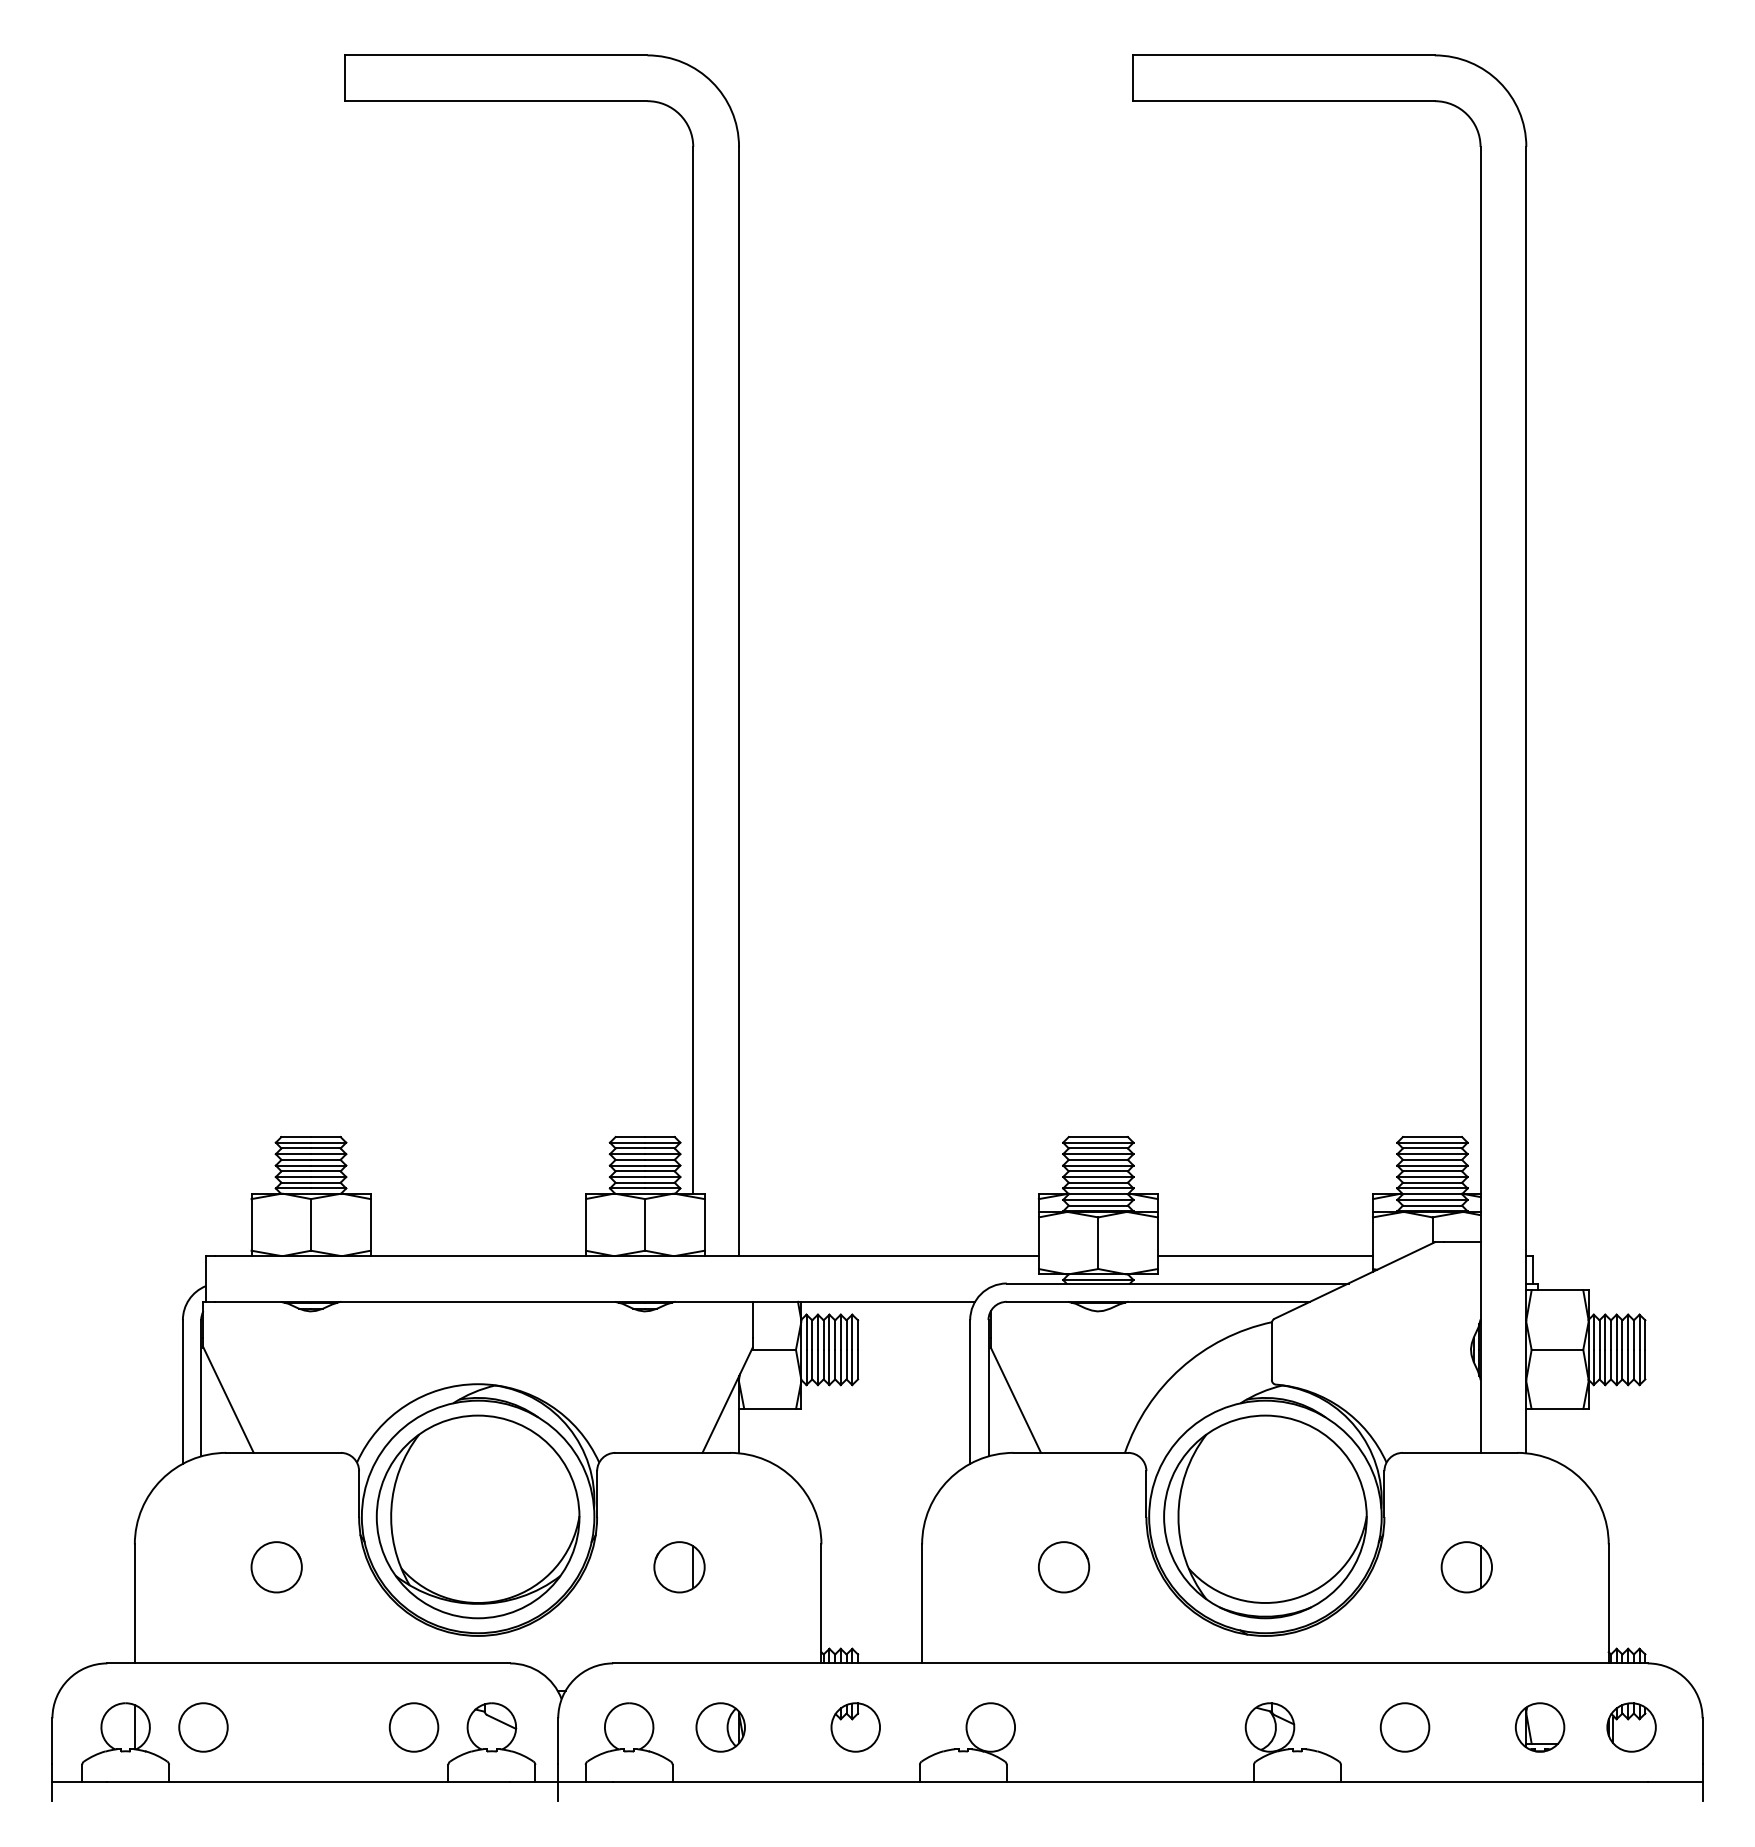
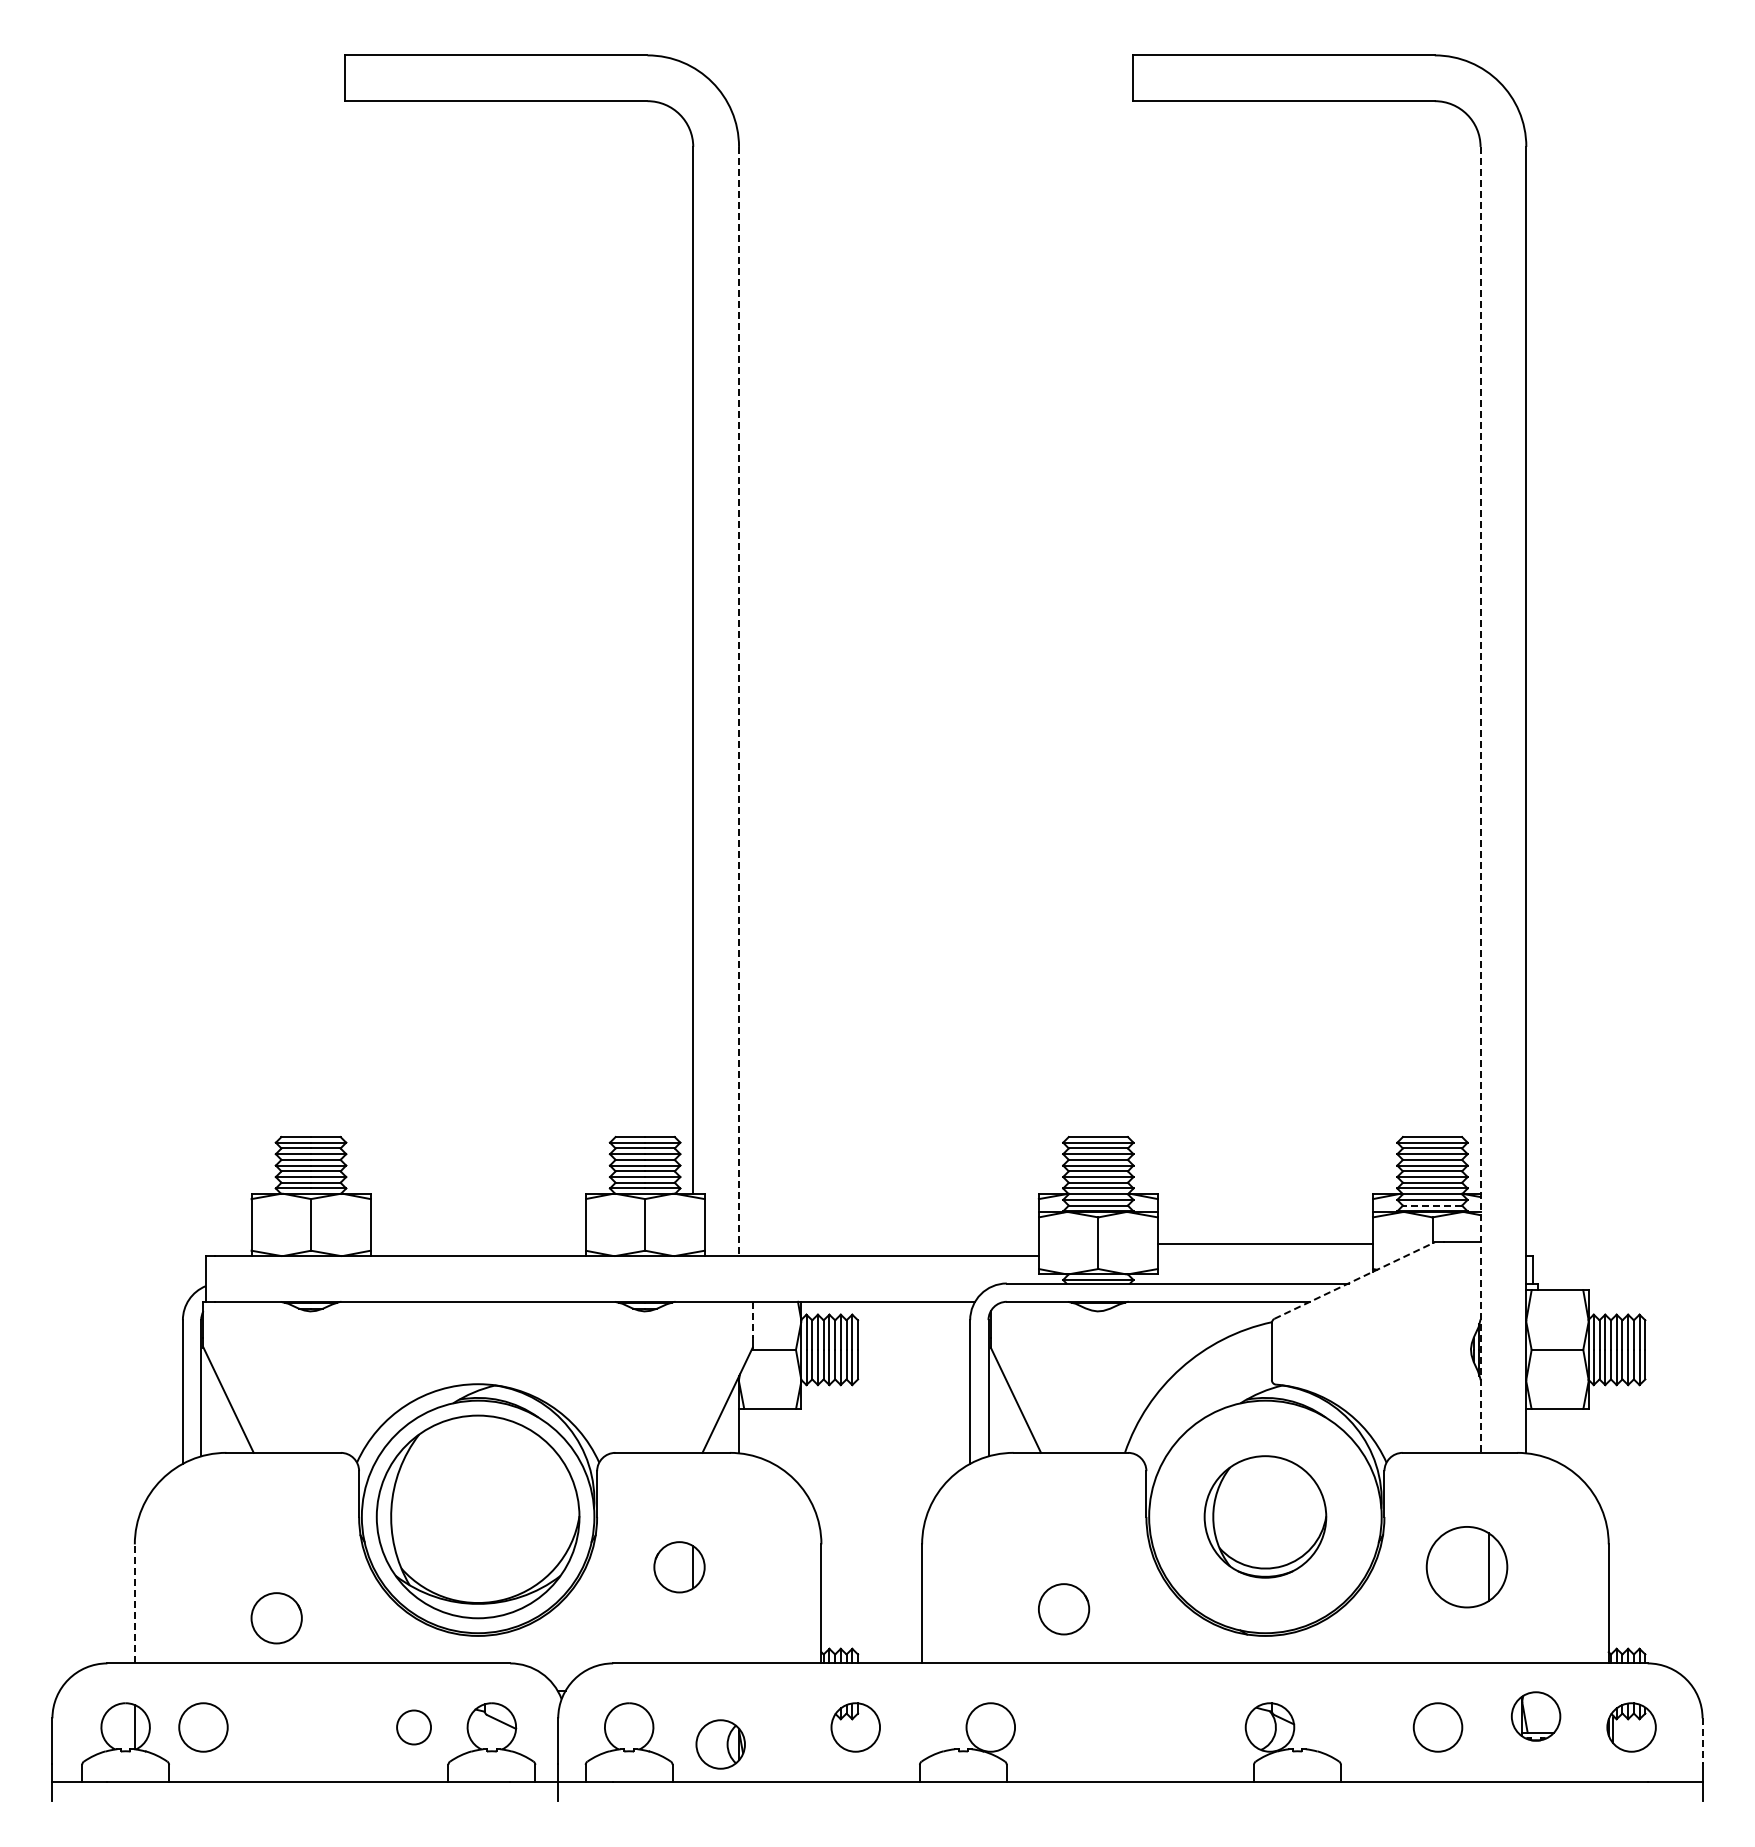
line at (739, 701): solid -> dashed
line at (1480, 799): solid -> dashed
line at (1432, 1205): solid -> dashed
line at (1265, 1256) position: (1265, 1256) -> (1265, 1244)
line at (1354, 1280): solid -> dashed
line at (752, 1320): solid -> dashed
part at (1265, 1516) size: 205x206 px -> 125x124 px
circle at (276, 1567) position: (276, 1567) -> (276, 1618)
circle at (1064, 1567) position: (1064, 1567) -> (1064, 1609)
part at (1466, 1567) size: 53x53 px -> 84x83 px
line at (134, 1603): solid -> dashed
circle at (413, 1727) diameter: 49 px -> 34 px
part at (720, 1727) position: (720, 1727) -> (720, 1744)
circle at (1404, 1727) position: (1404, 1727) -> (1437, 1727)
part at (1539, 1727) position: (1539, 1727) -> (1535, 1716)
line at (1702, 1741): solid -> dashed
